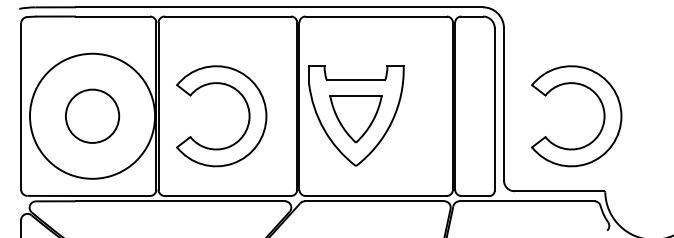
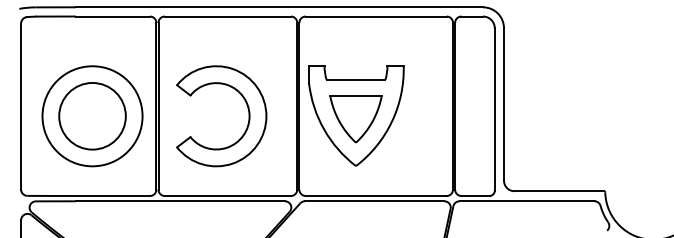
circle at (92, 115) diameter: 125 px -> 100 px
circle at (92, 115) diameter: 53 px -> 67 px
part at (602, 123): present -> none
